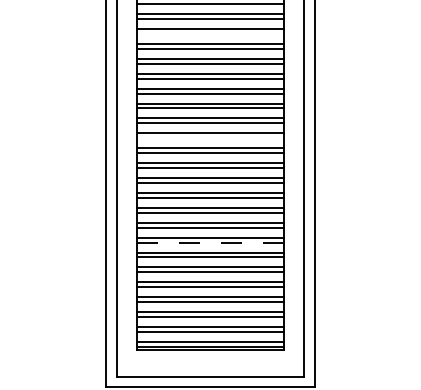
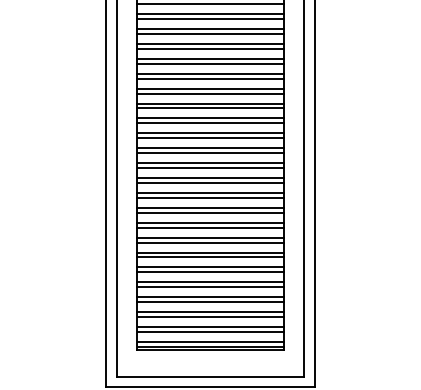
line at (210, 33): none -> present
line at (210, 138): none -> present
line at (210, 242): dashed -> solid
